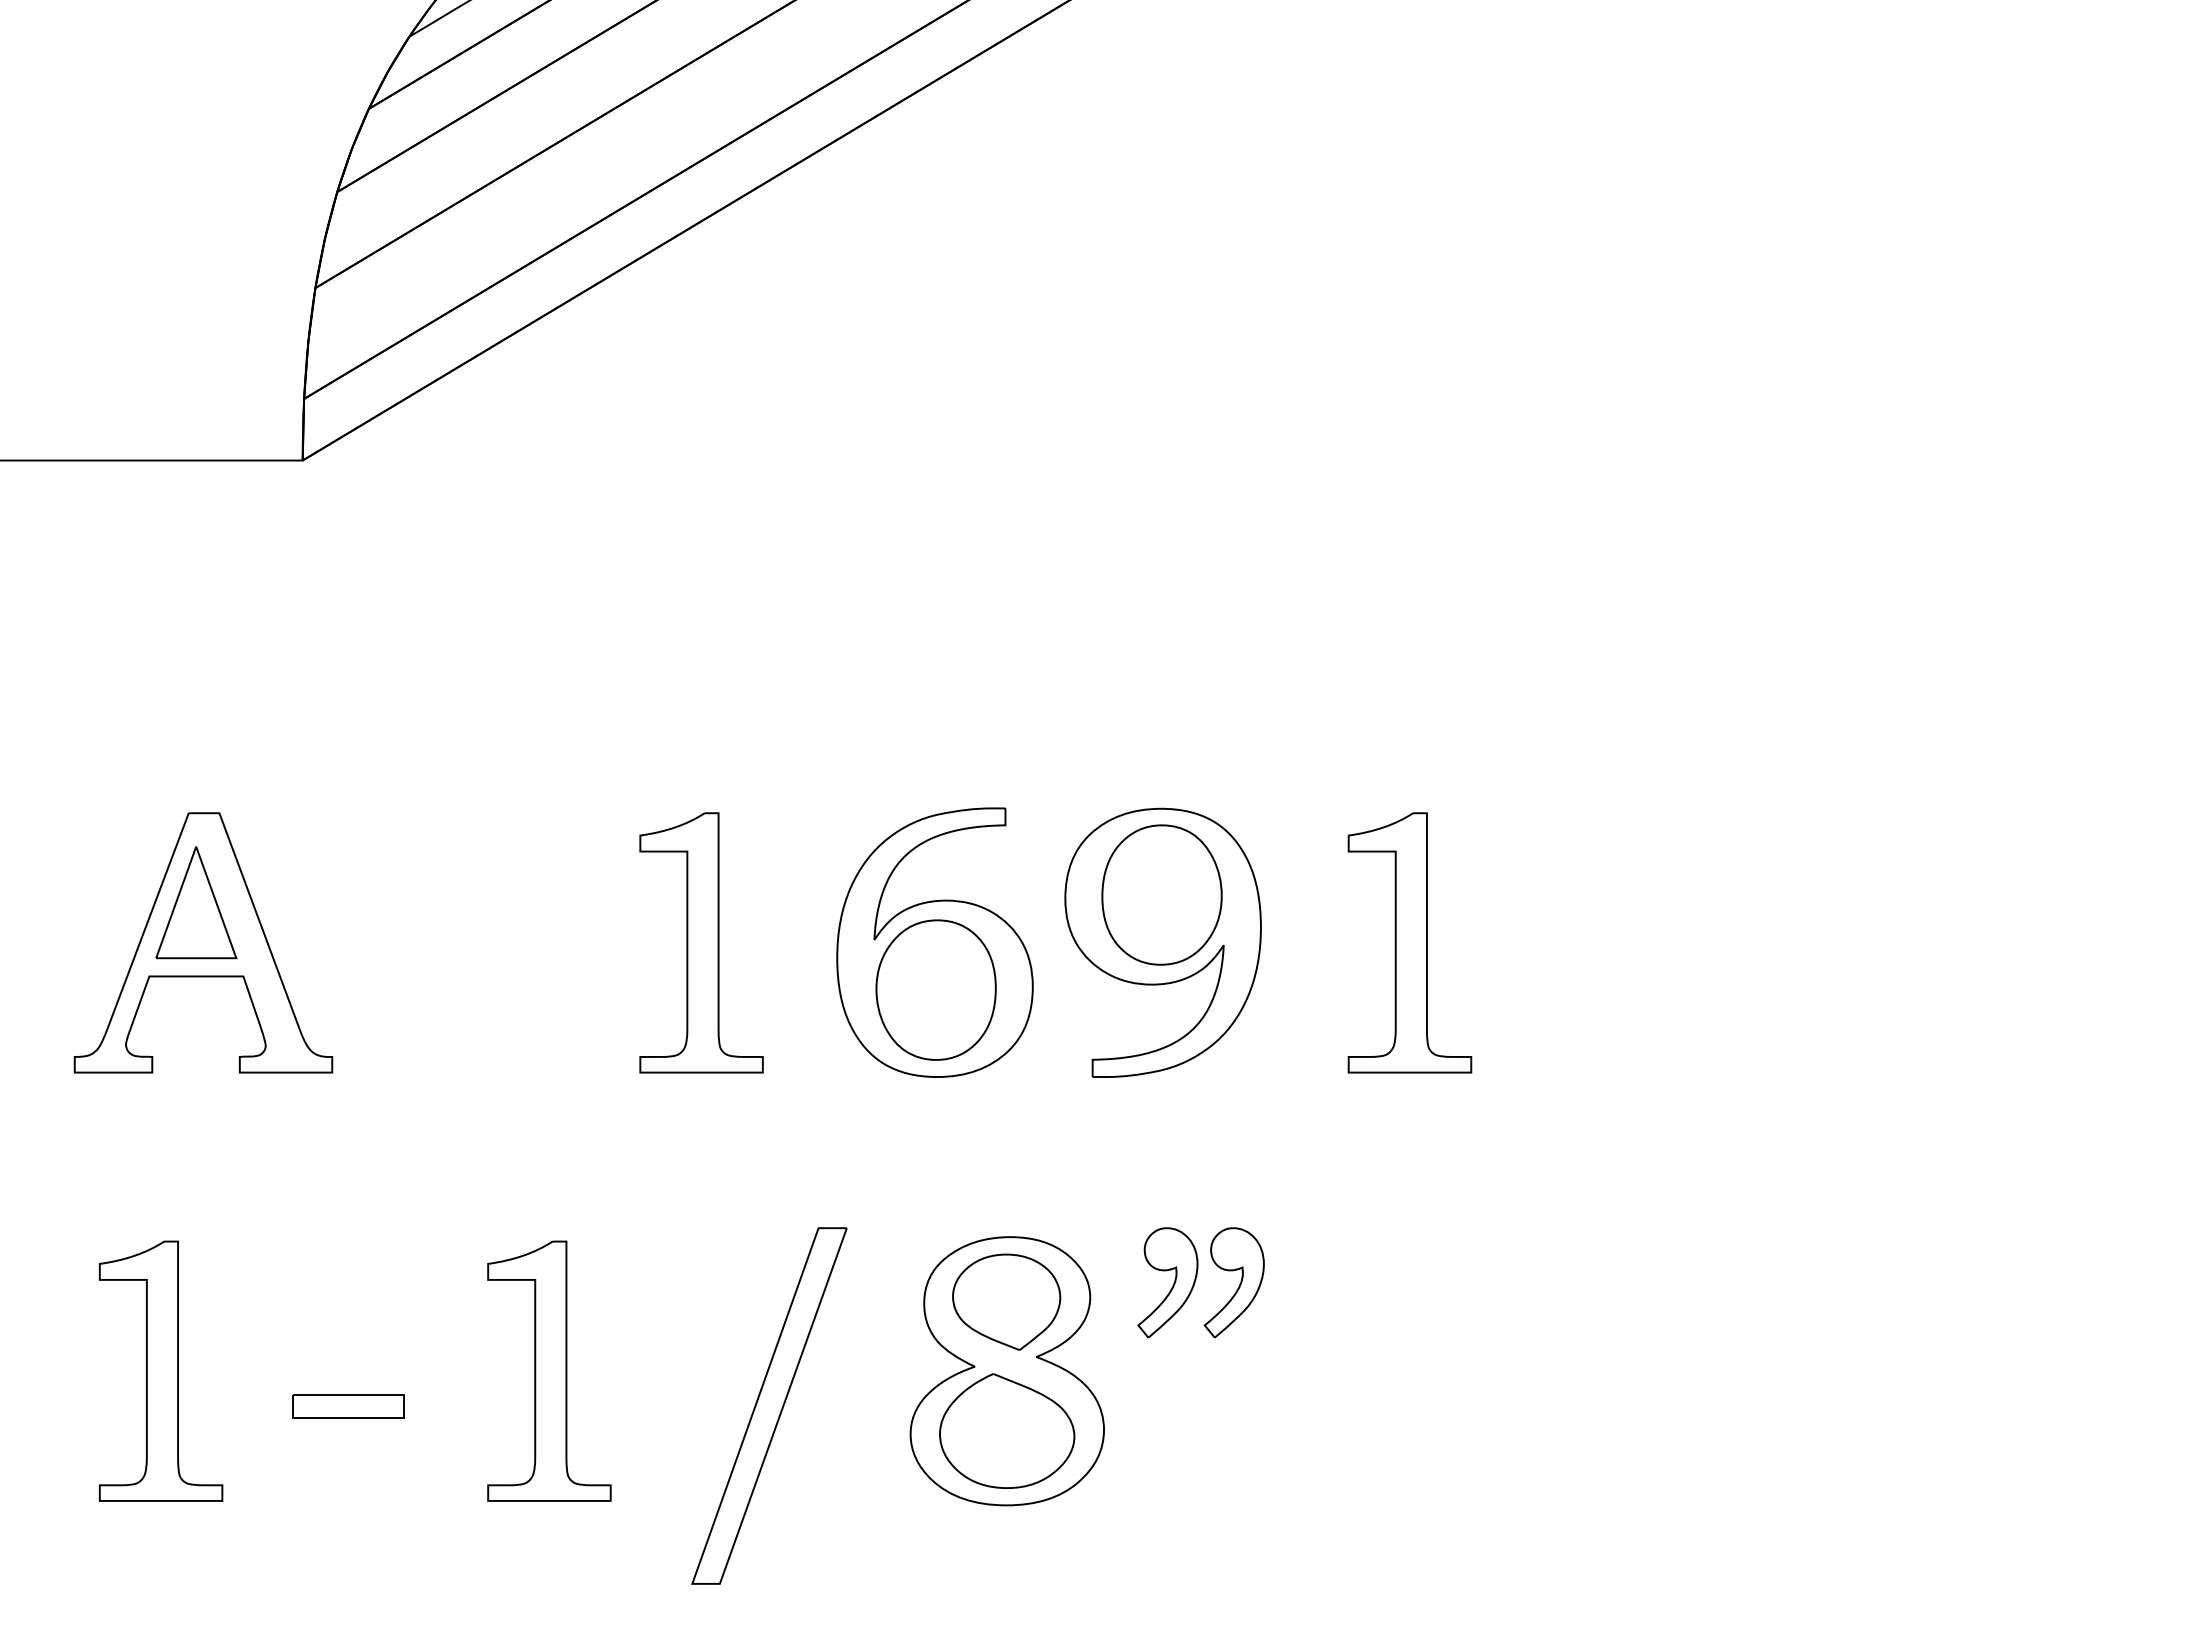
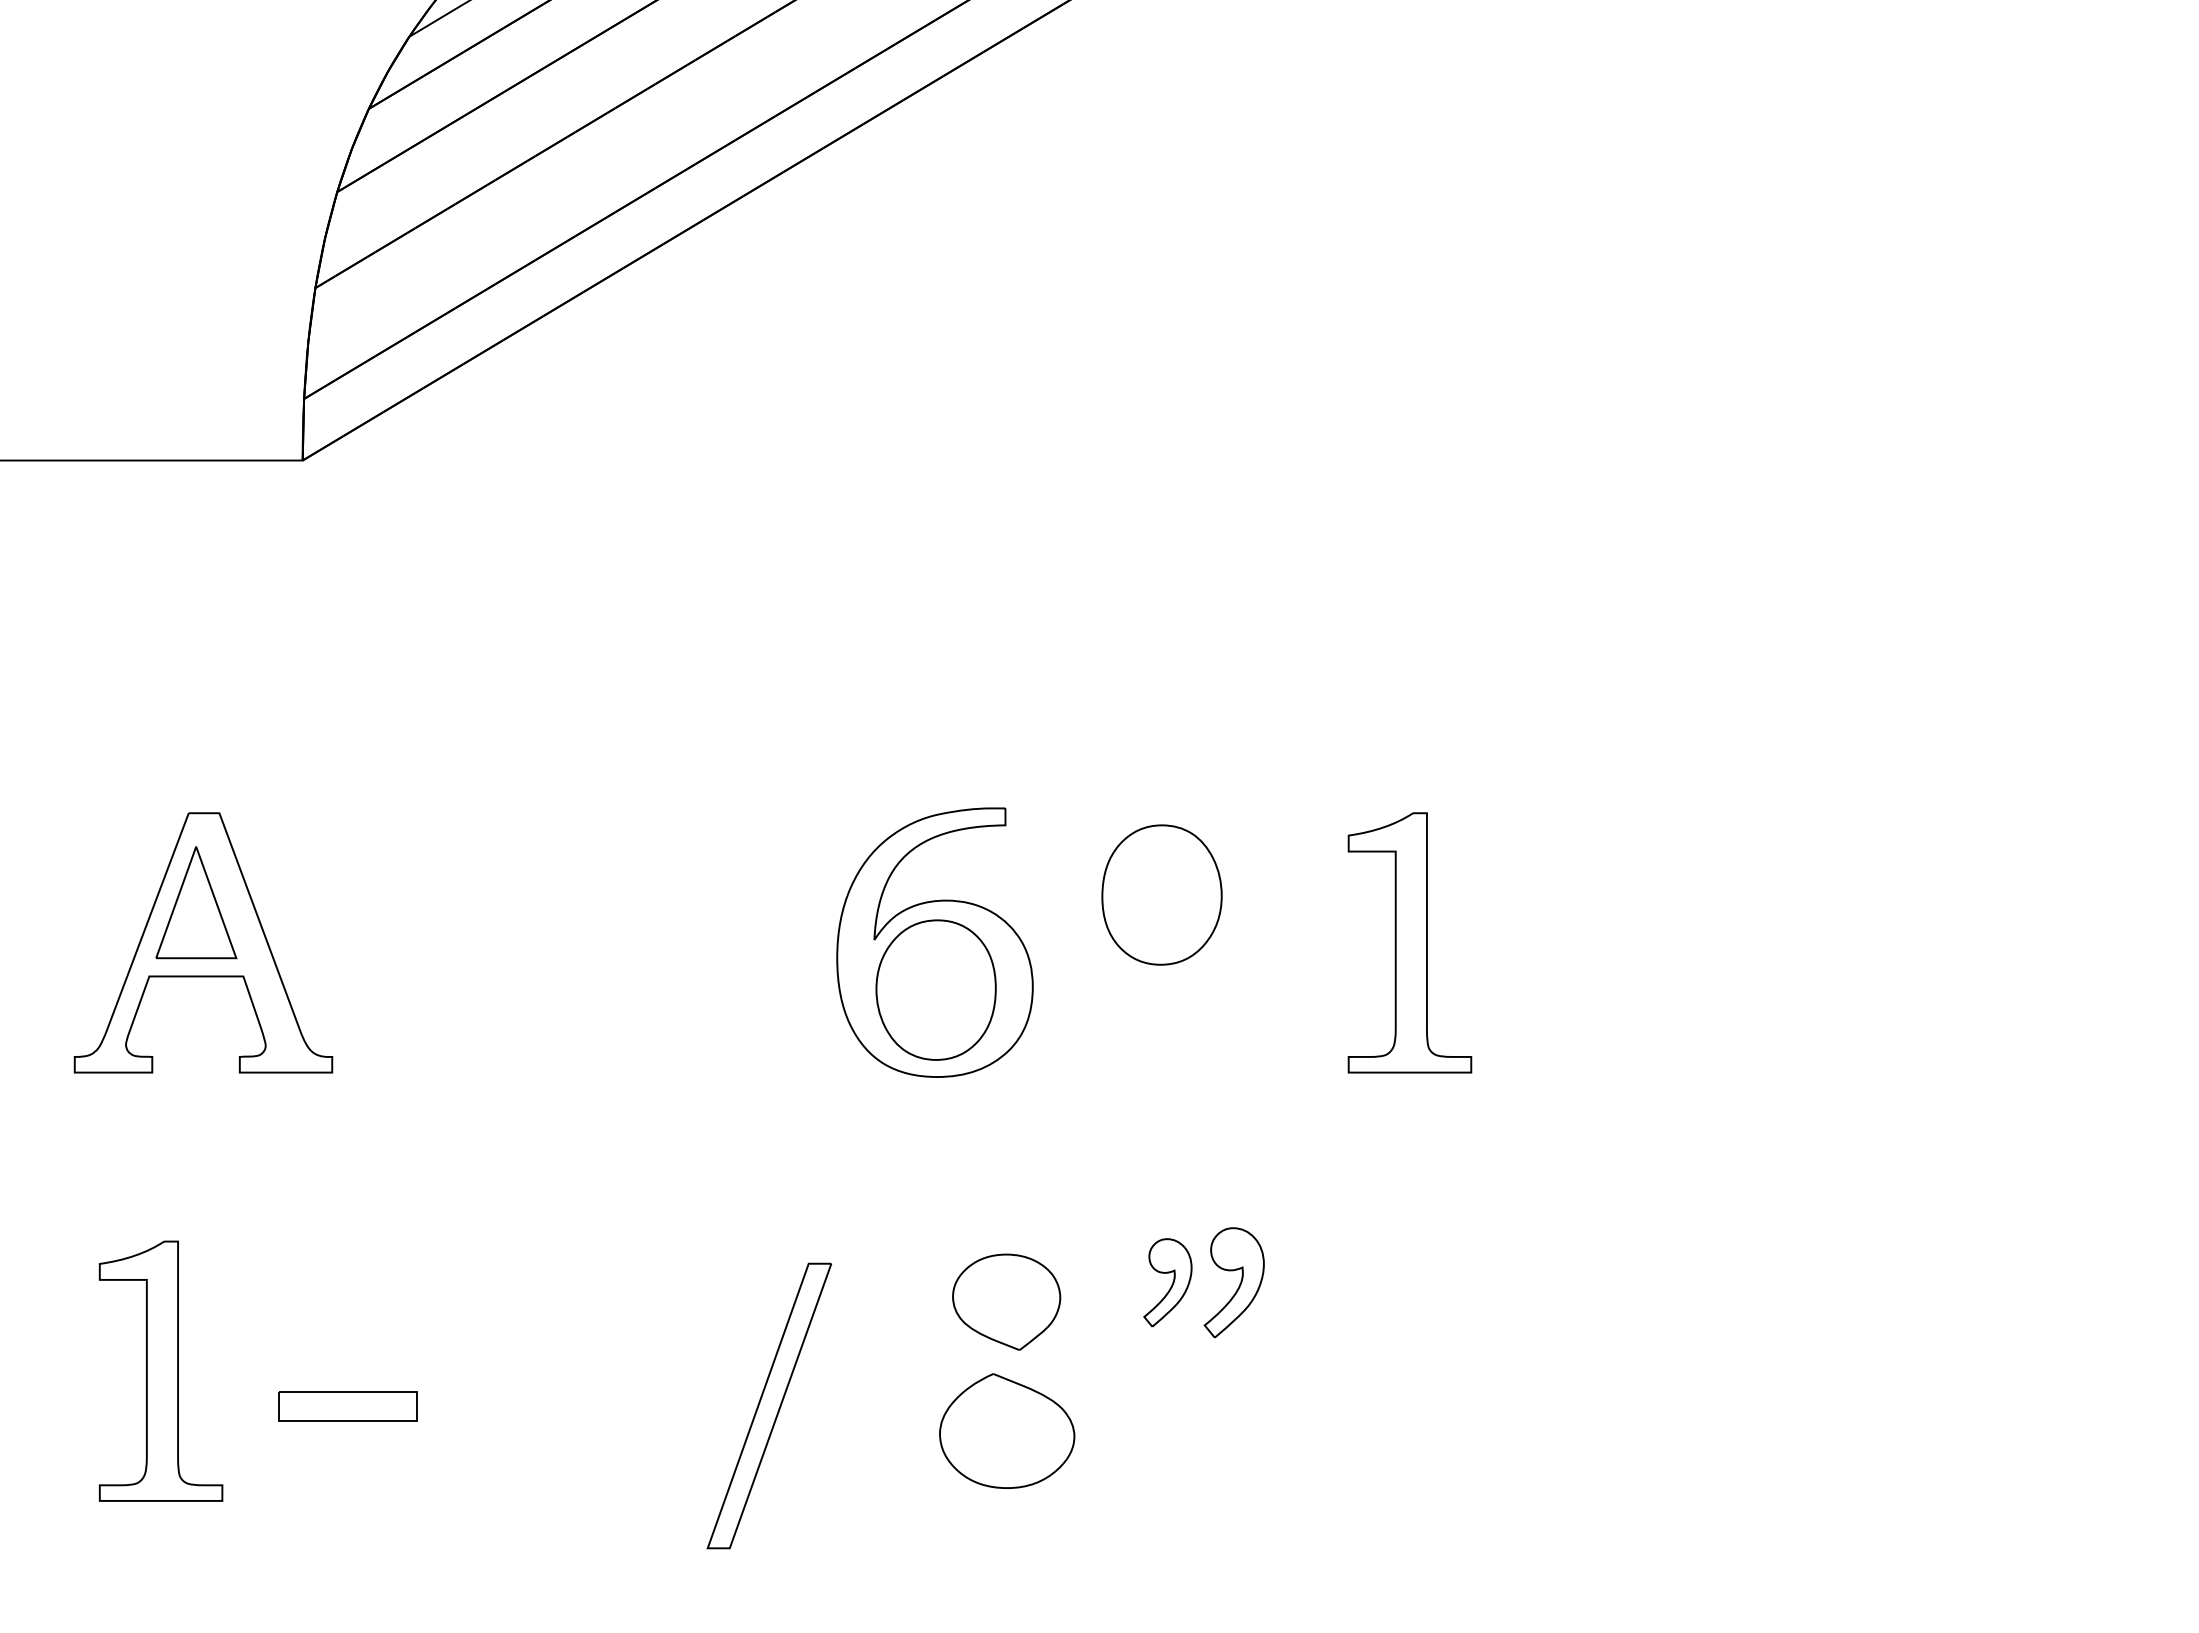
part at (701, 942): present -> none
part at (1162, 942): present -> none
part at (1167, 1282) size: 62x112 px -> 50x90 px
part at (549, 1370): present -> none
part at (1006, 1371): present -> none
part at (769, 1405) size: 157x358 px -> 127x288 px
part at (348, 1406) size: 113x25 px -> 140x31 px
